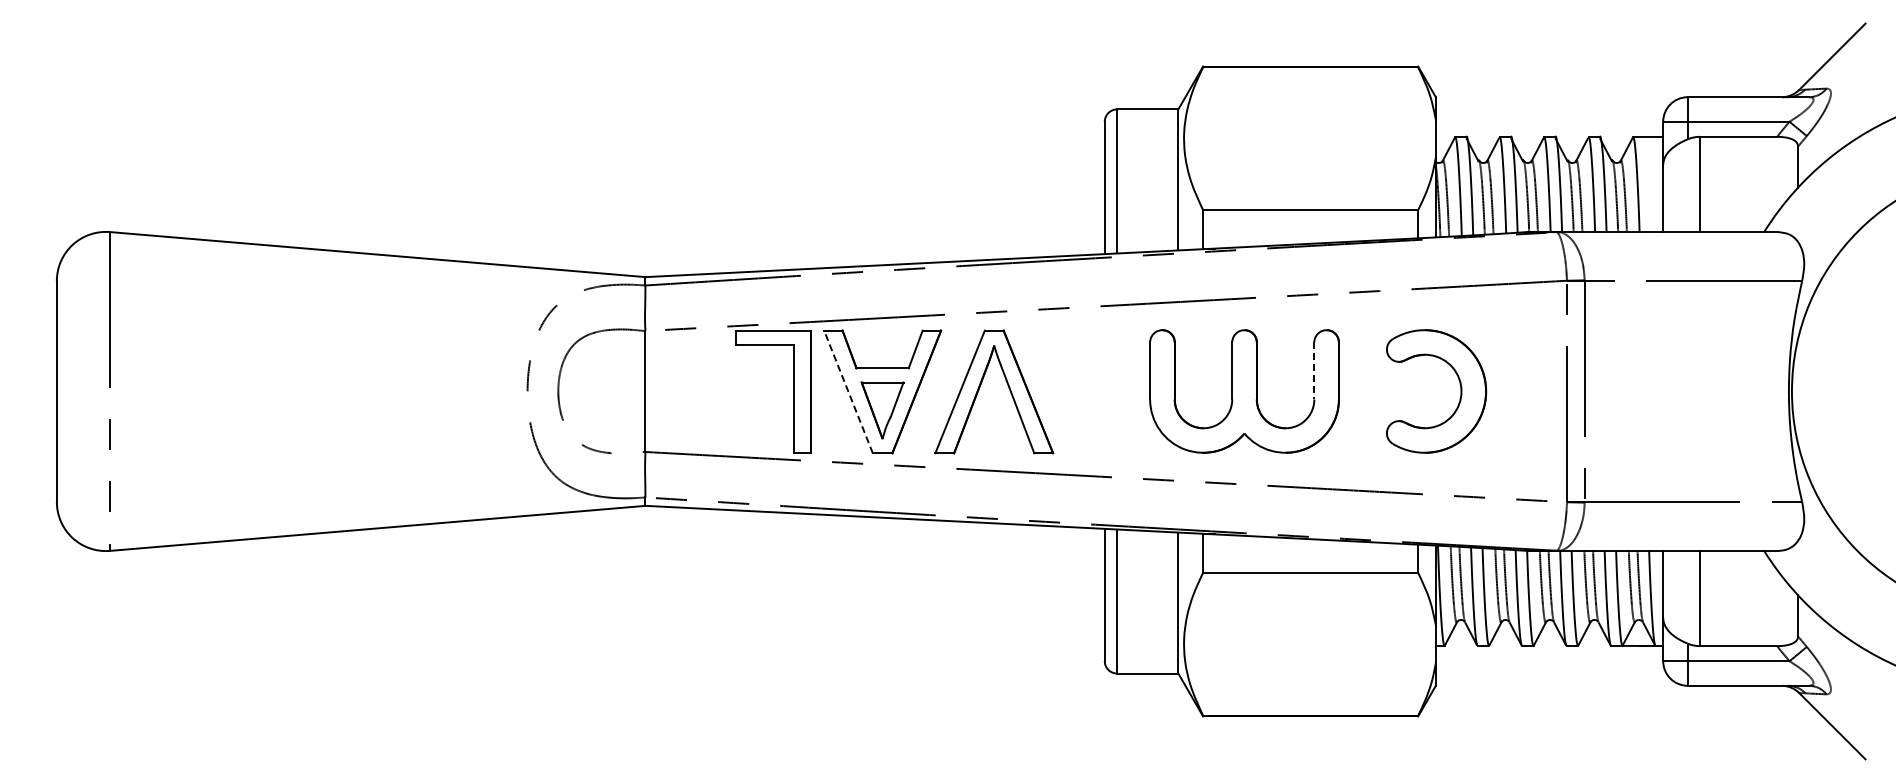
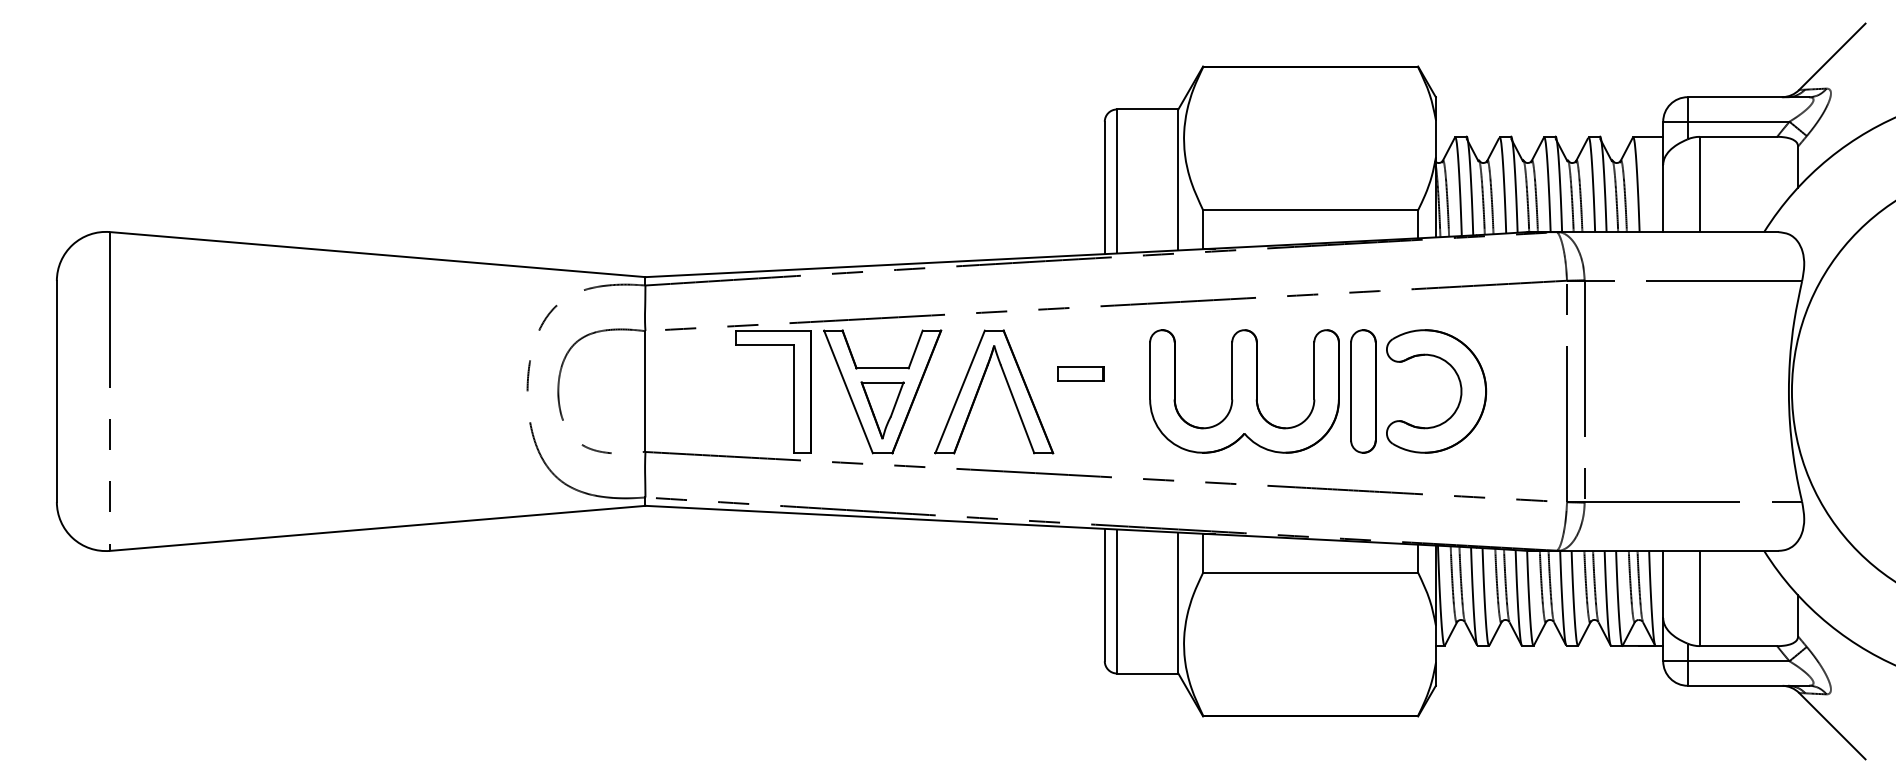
line at (1314, 370): dashed -> solid
part at (1080, 373): none -> present
line at (848, 391): dashed -> solid
part at (1363, 391): none -> present
